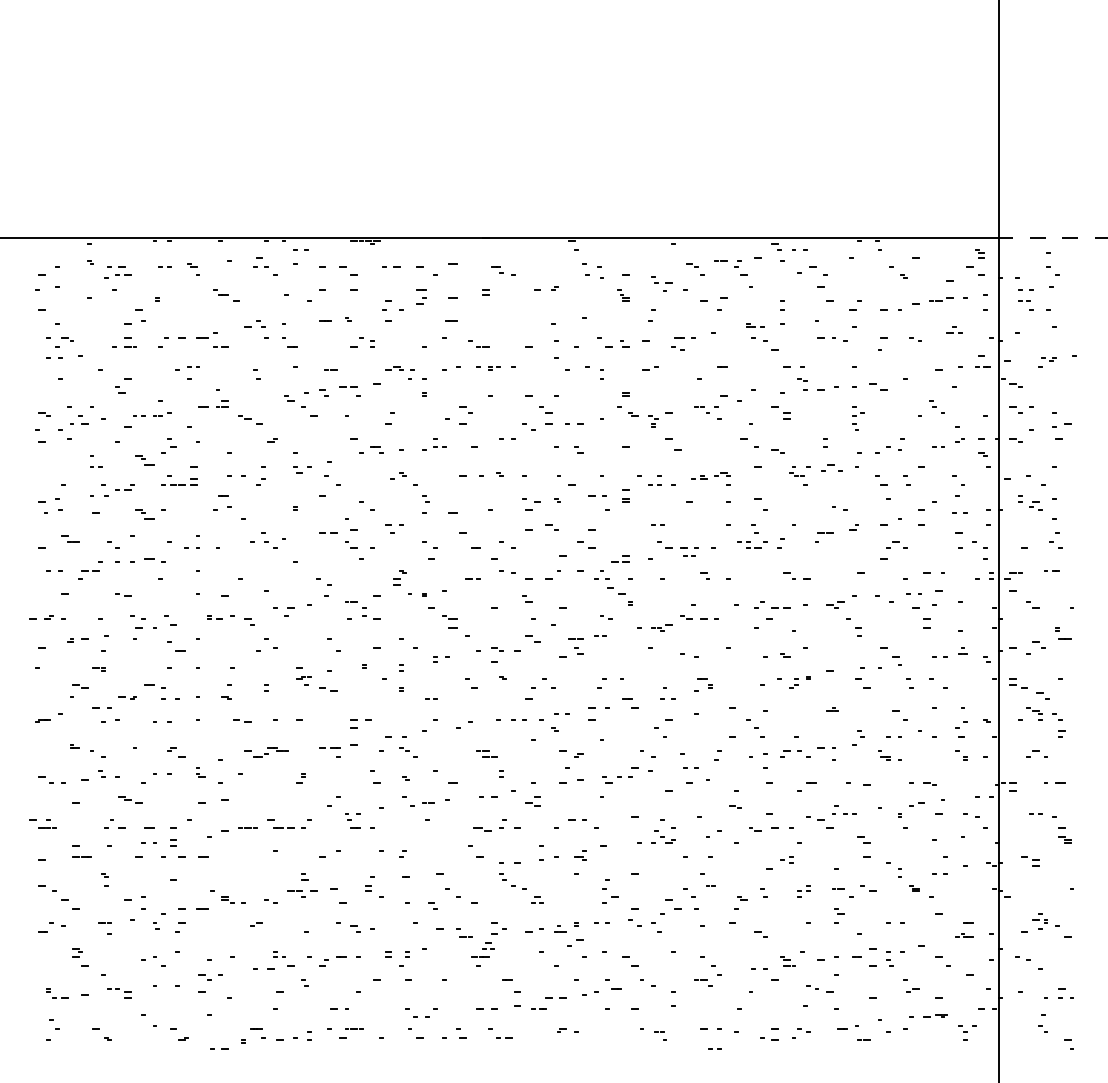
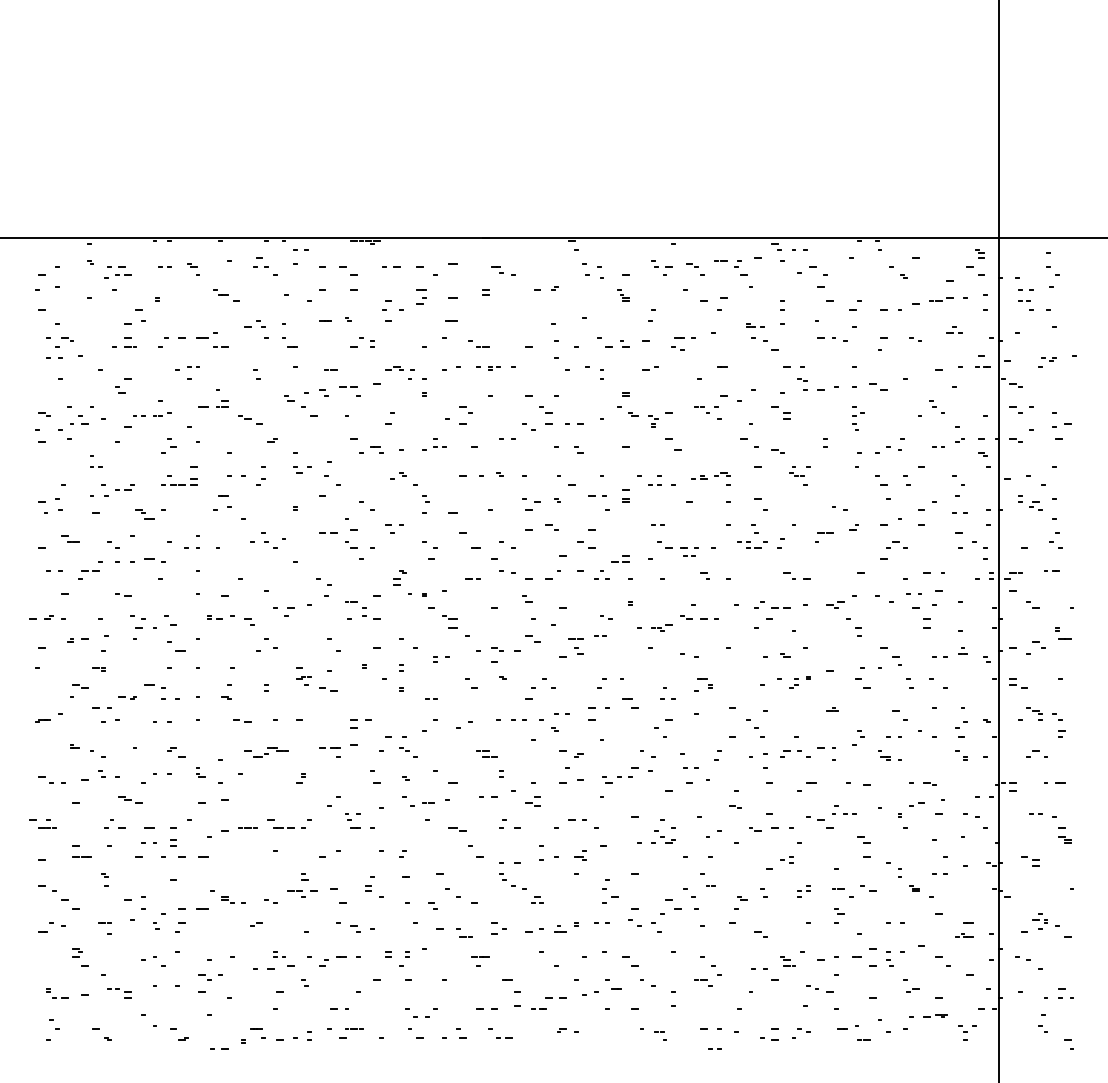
line at (1052, 238): dashed -> solid
part at (661, 283) position: (661, 283) -> (661, 267)
part at (144, 460): present -> none
part at (831, 467): present -> none
part at (616, 590): present -> none
part at (1042, 695): present -> none
part at (482, 829) position: (482, 829) -> (457, 829)
part at (575, 942): present -> none
part at (488, 945): present -> none
